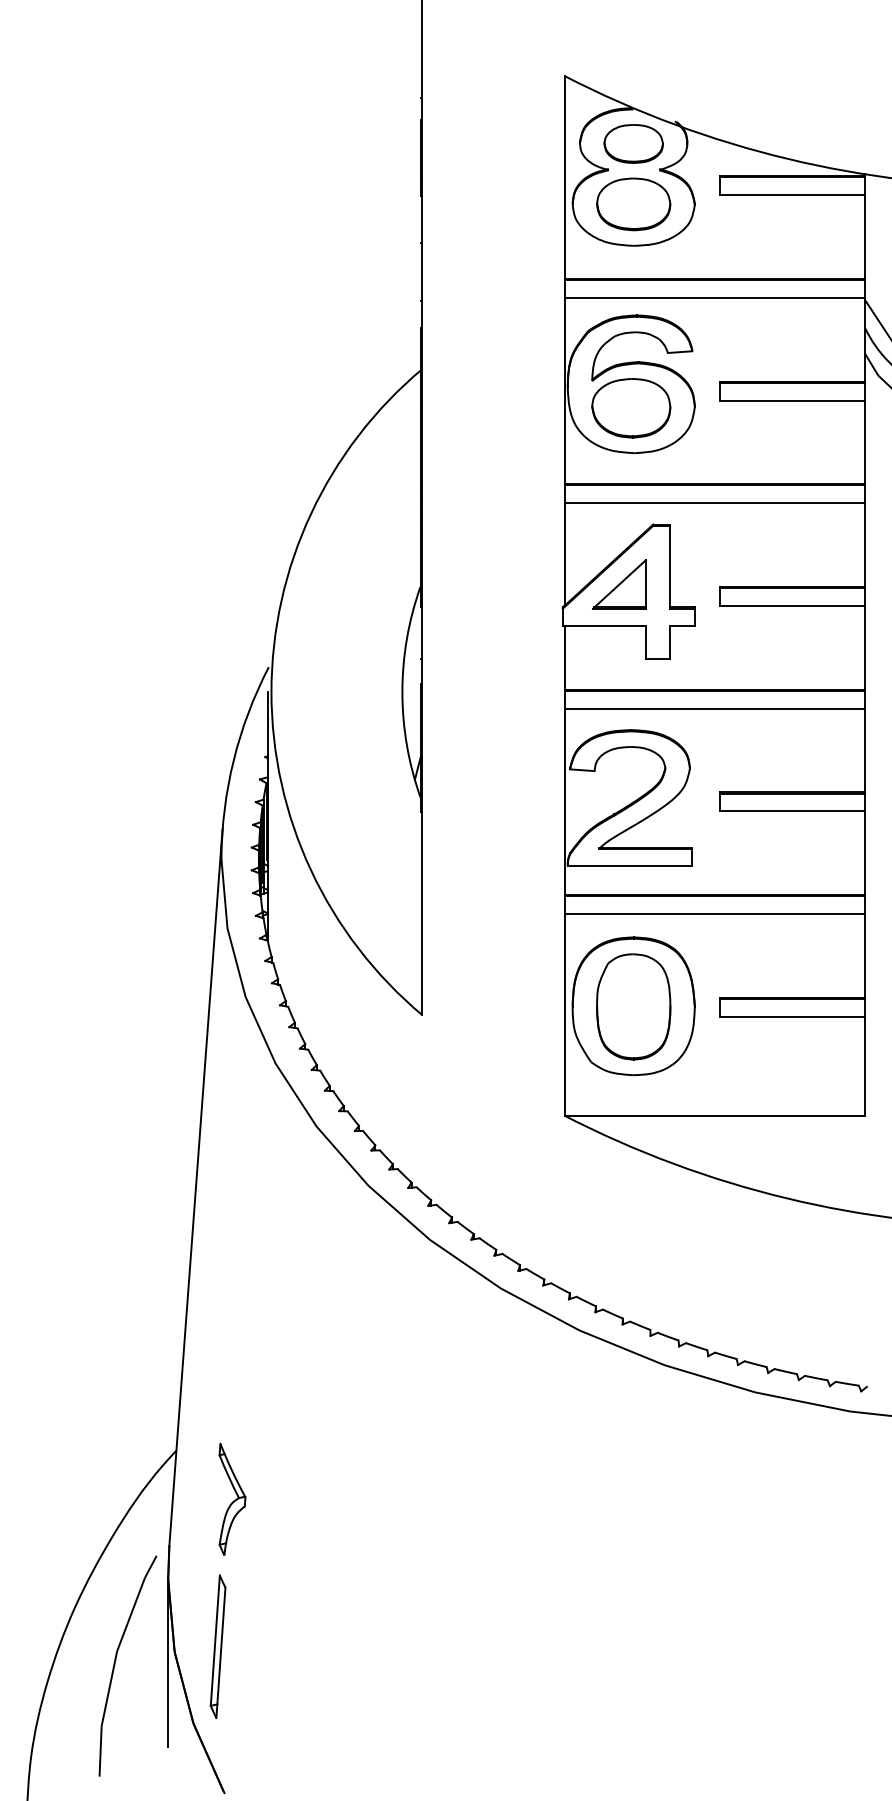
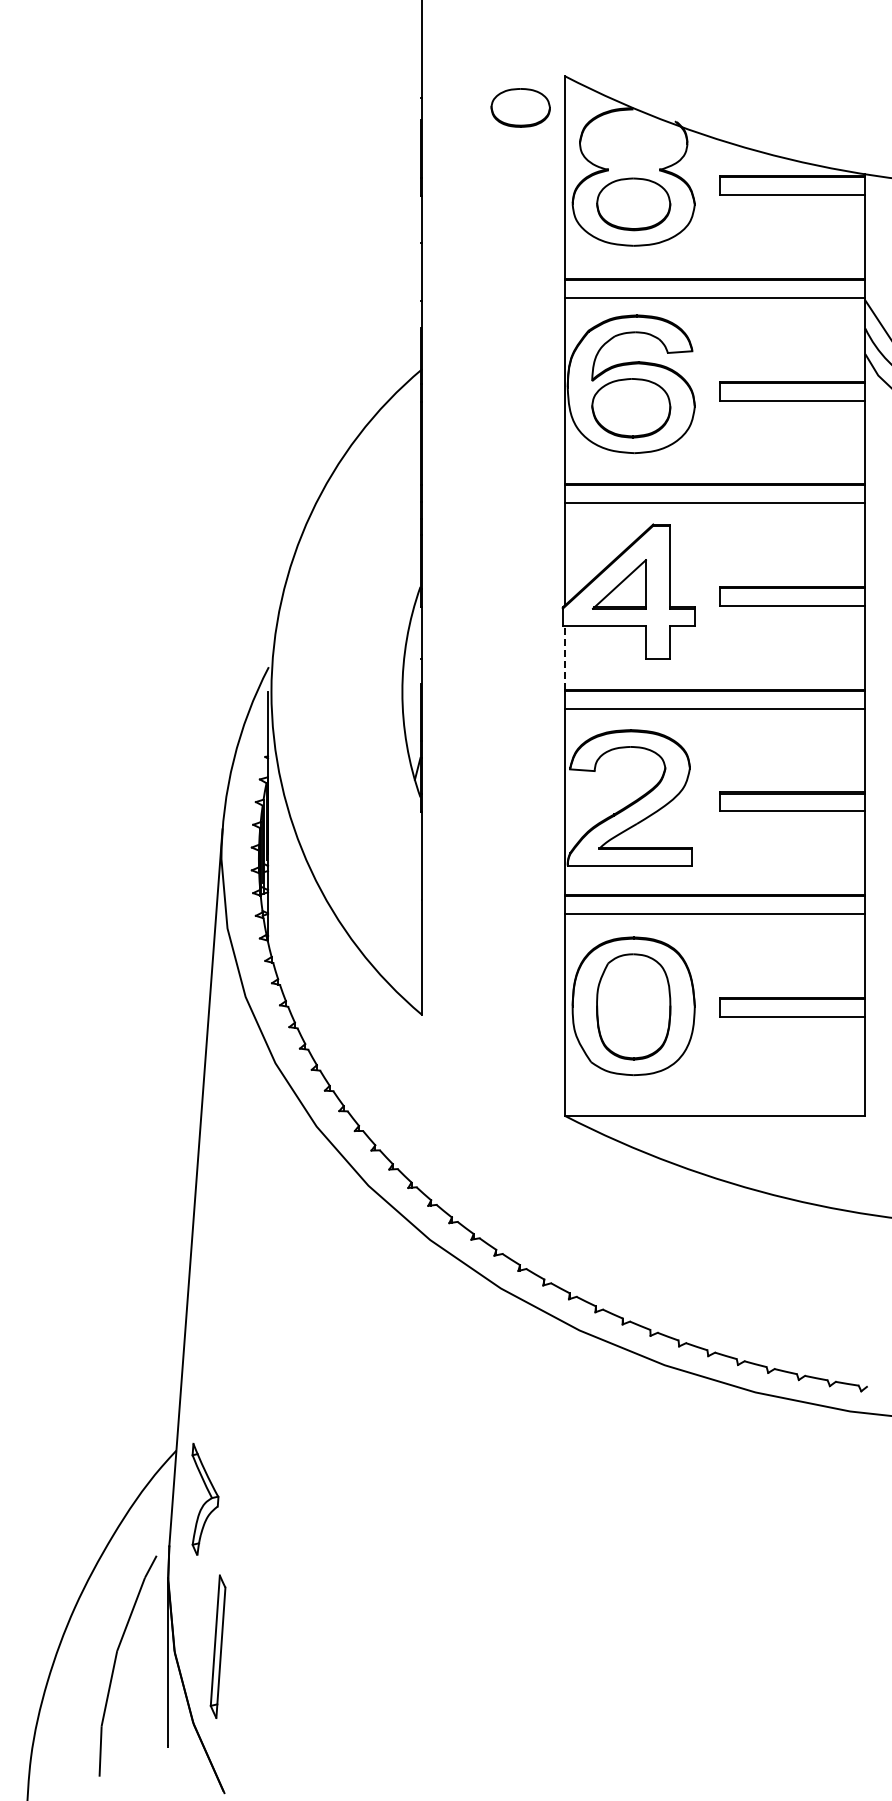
part at (633, 143) position: (633, 143) -> (520, 107)
line at (564, 657): solid -> dashed
part at (232, 1498) position: (232, 1498) -> (205, 1498)
